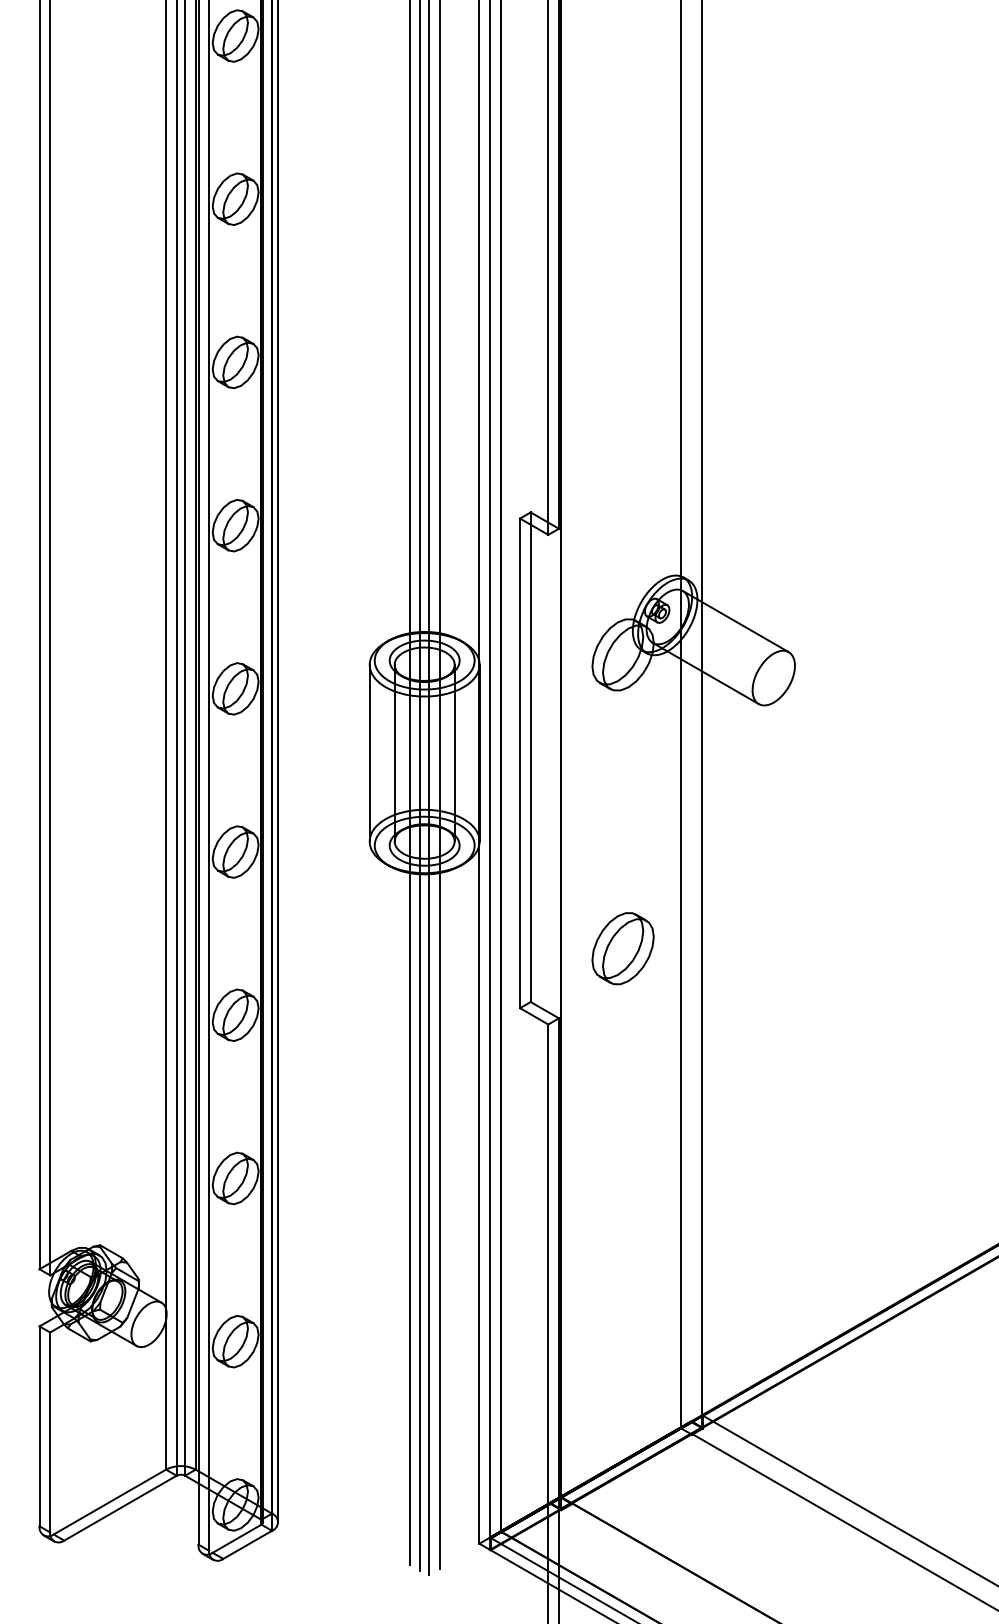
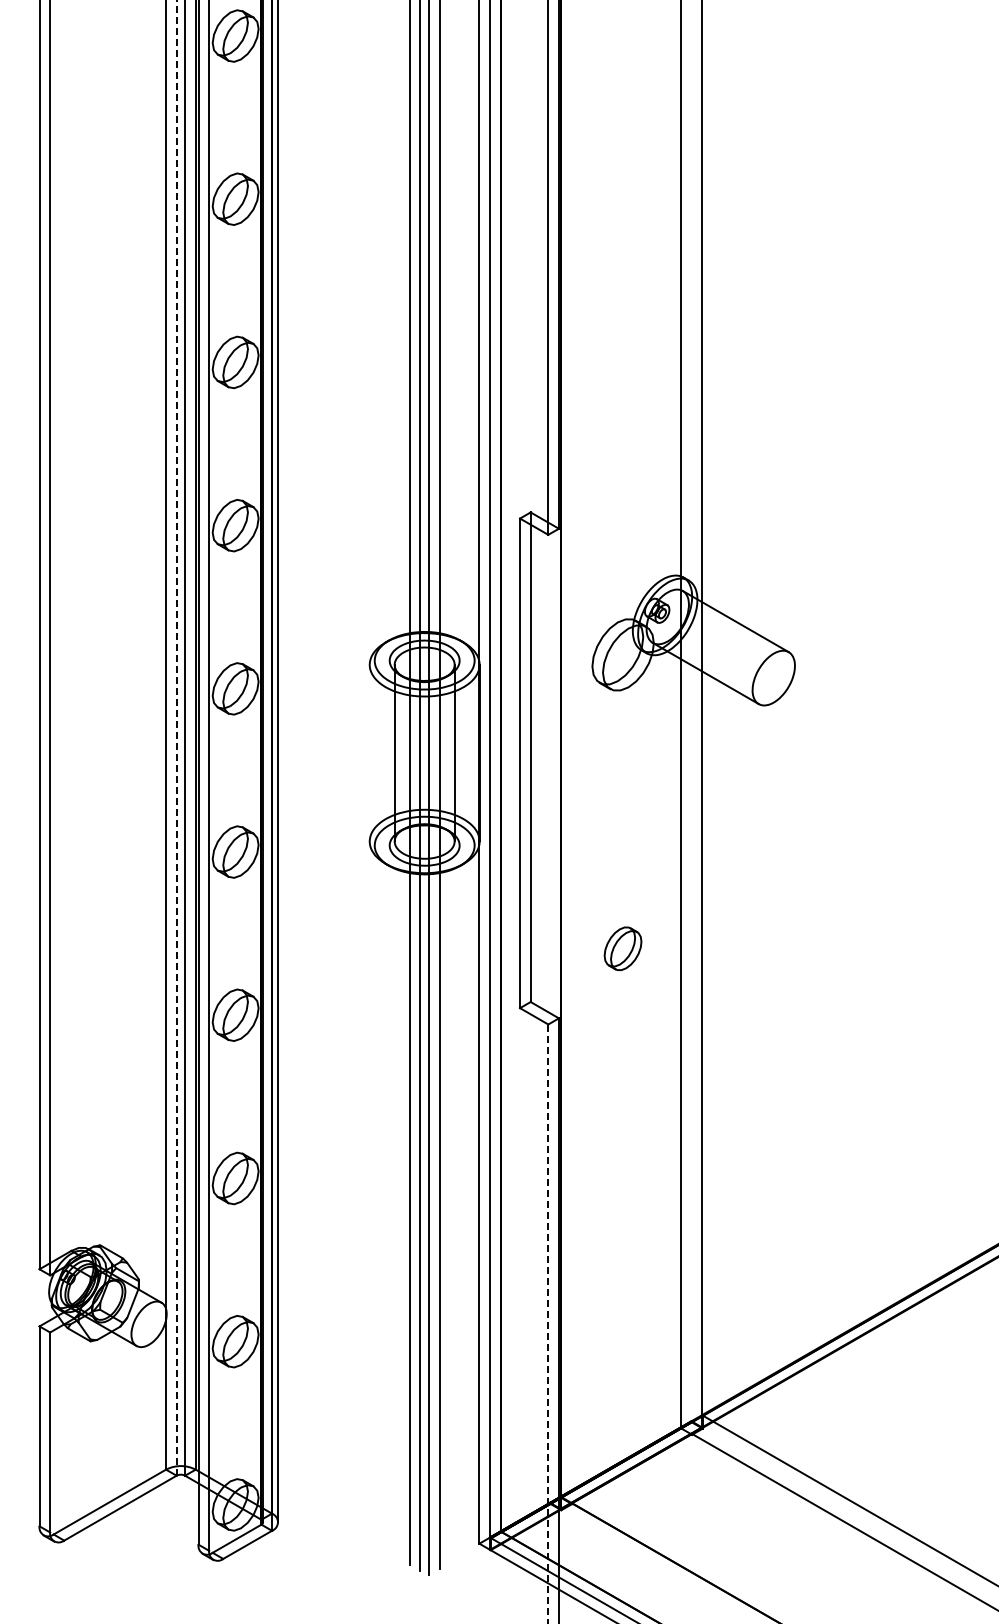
line at (176, 737): solid -> dashed
line at (369, 752): present -> none
part at (622, 948) size: 64x74 px -> 40x45 px
line at (548, 1324): solid -> dashed
